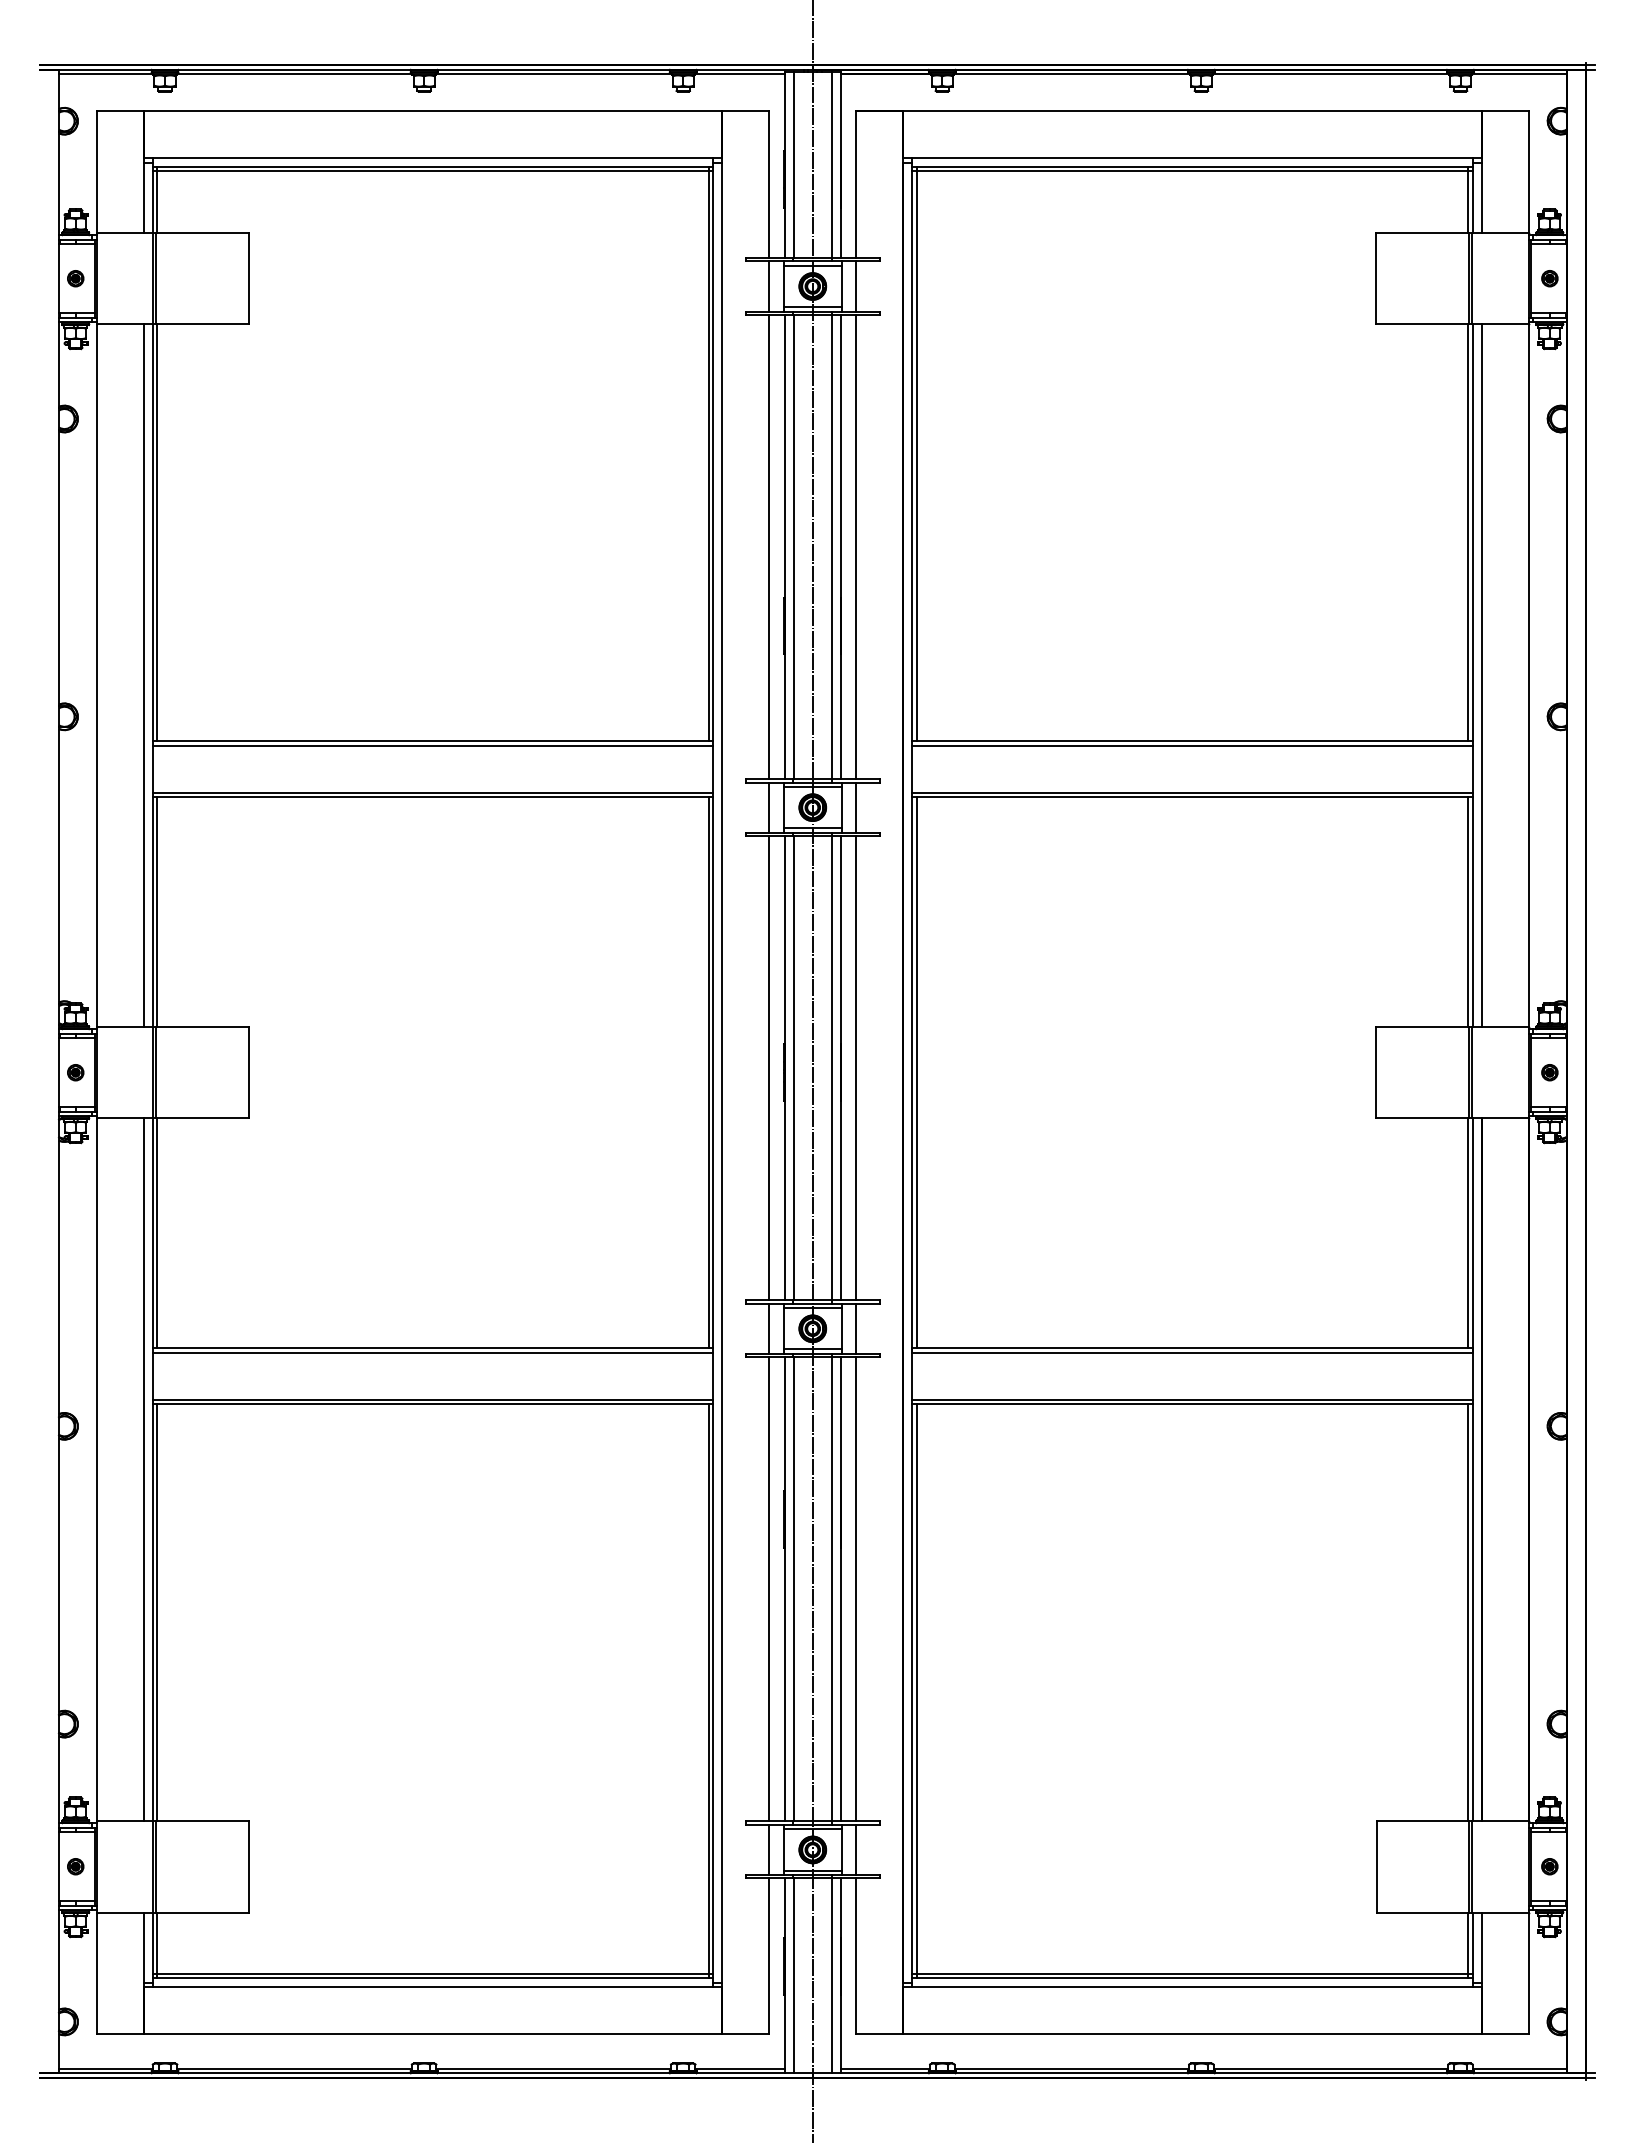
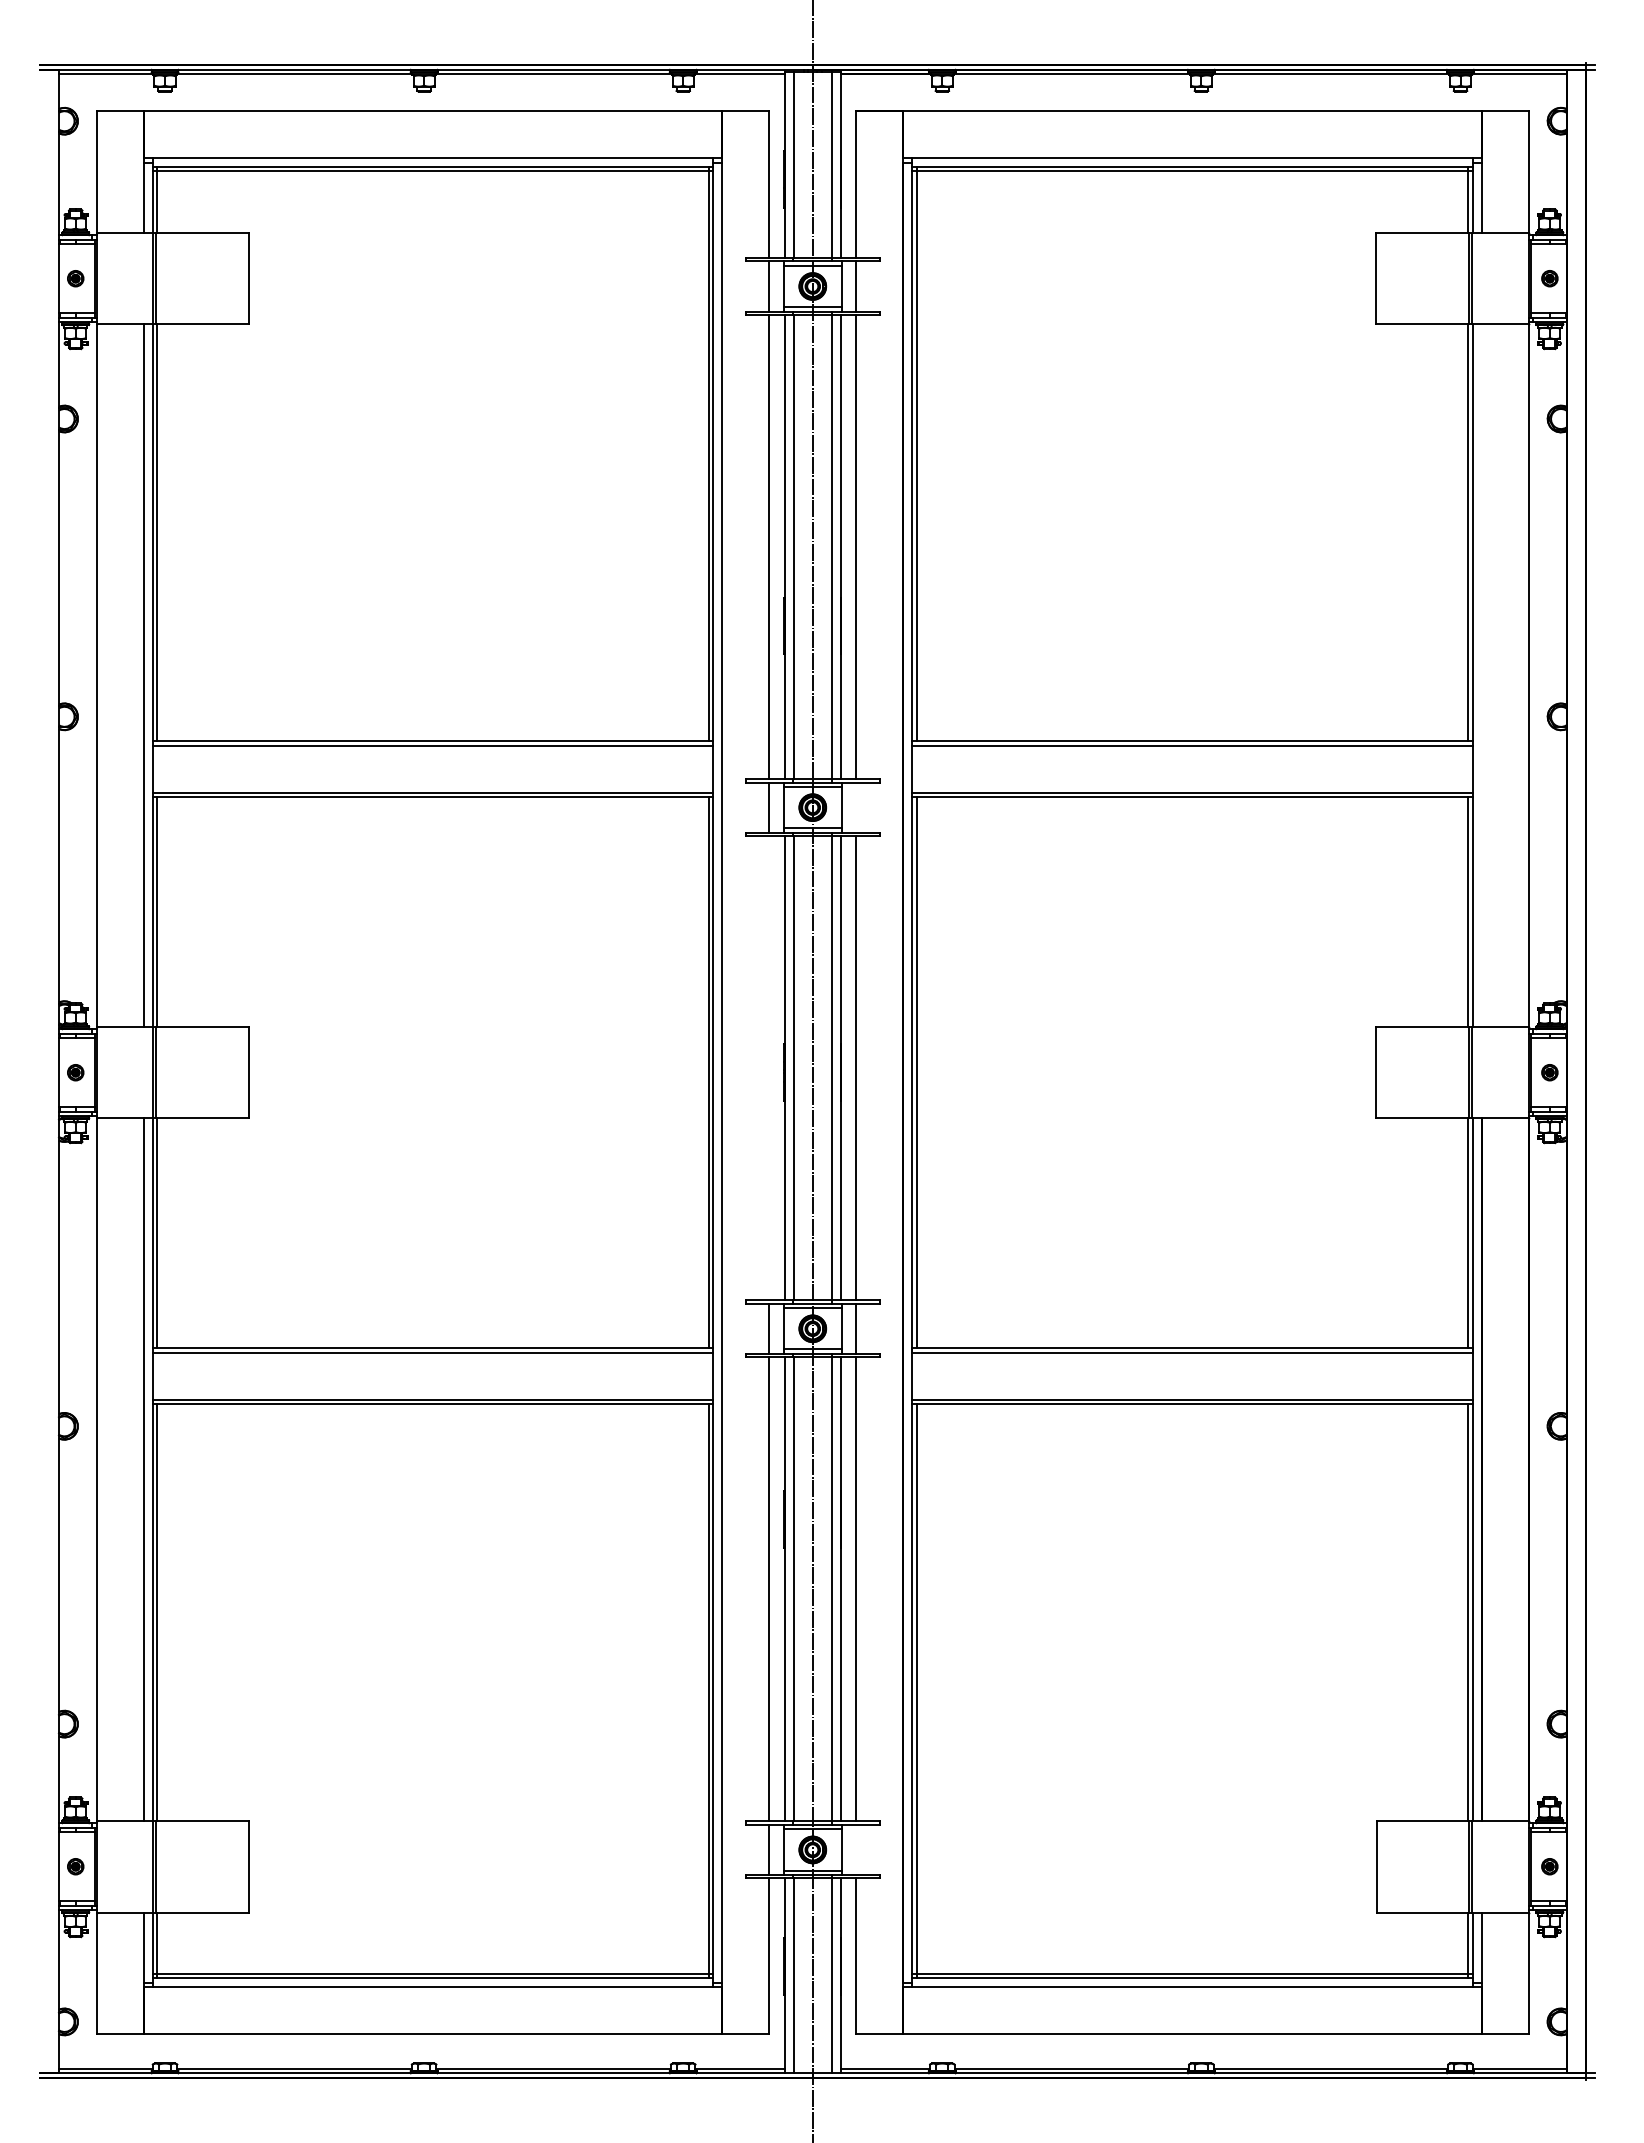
line at (1481, 675): present -> none
line at (856, 807): present -> none
line at (769, 1068): present -> none
line at (856, 1849): present -> none
